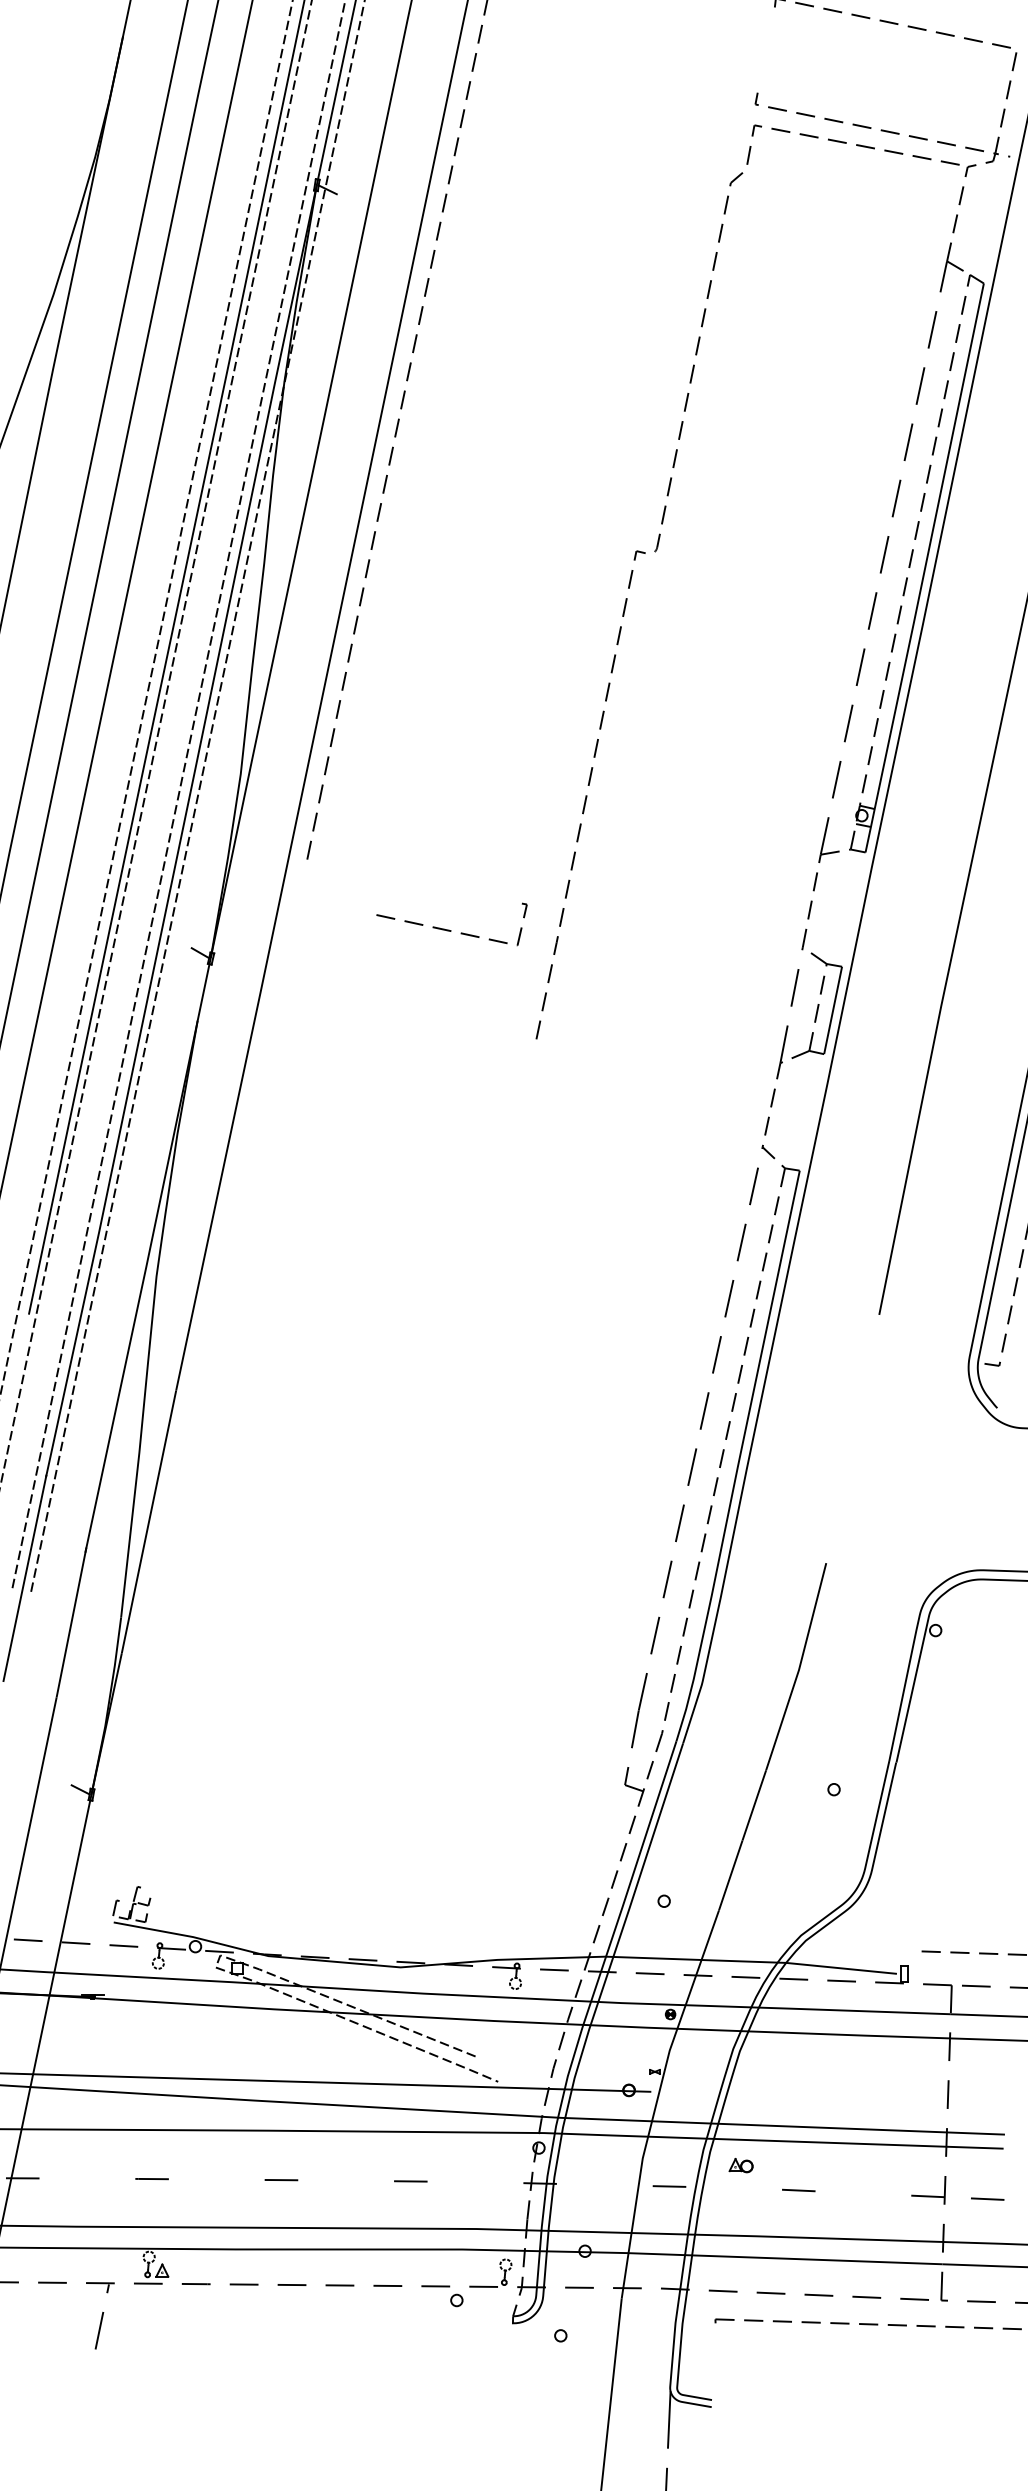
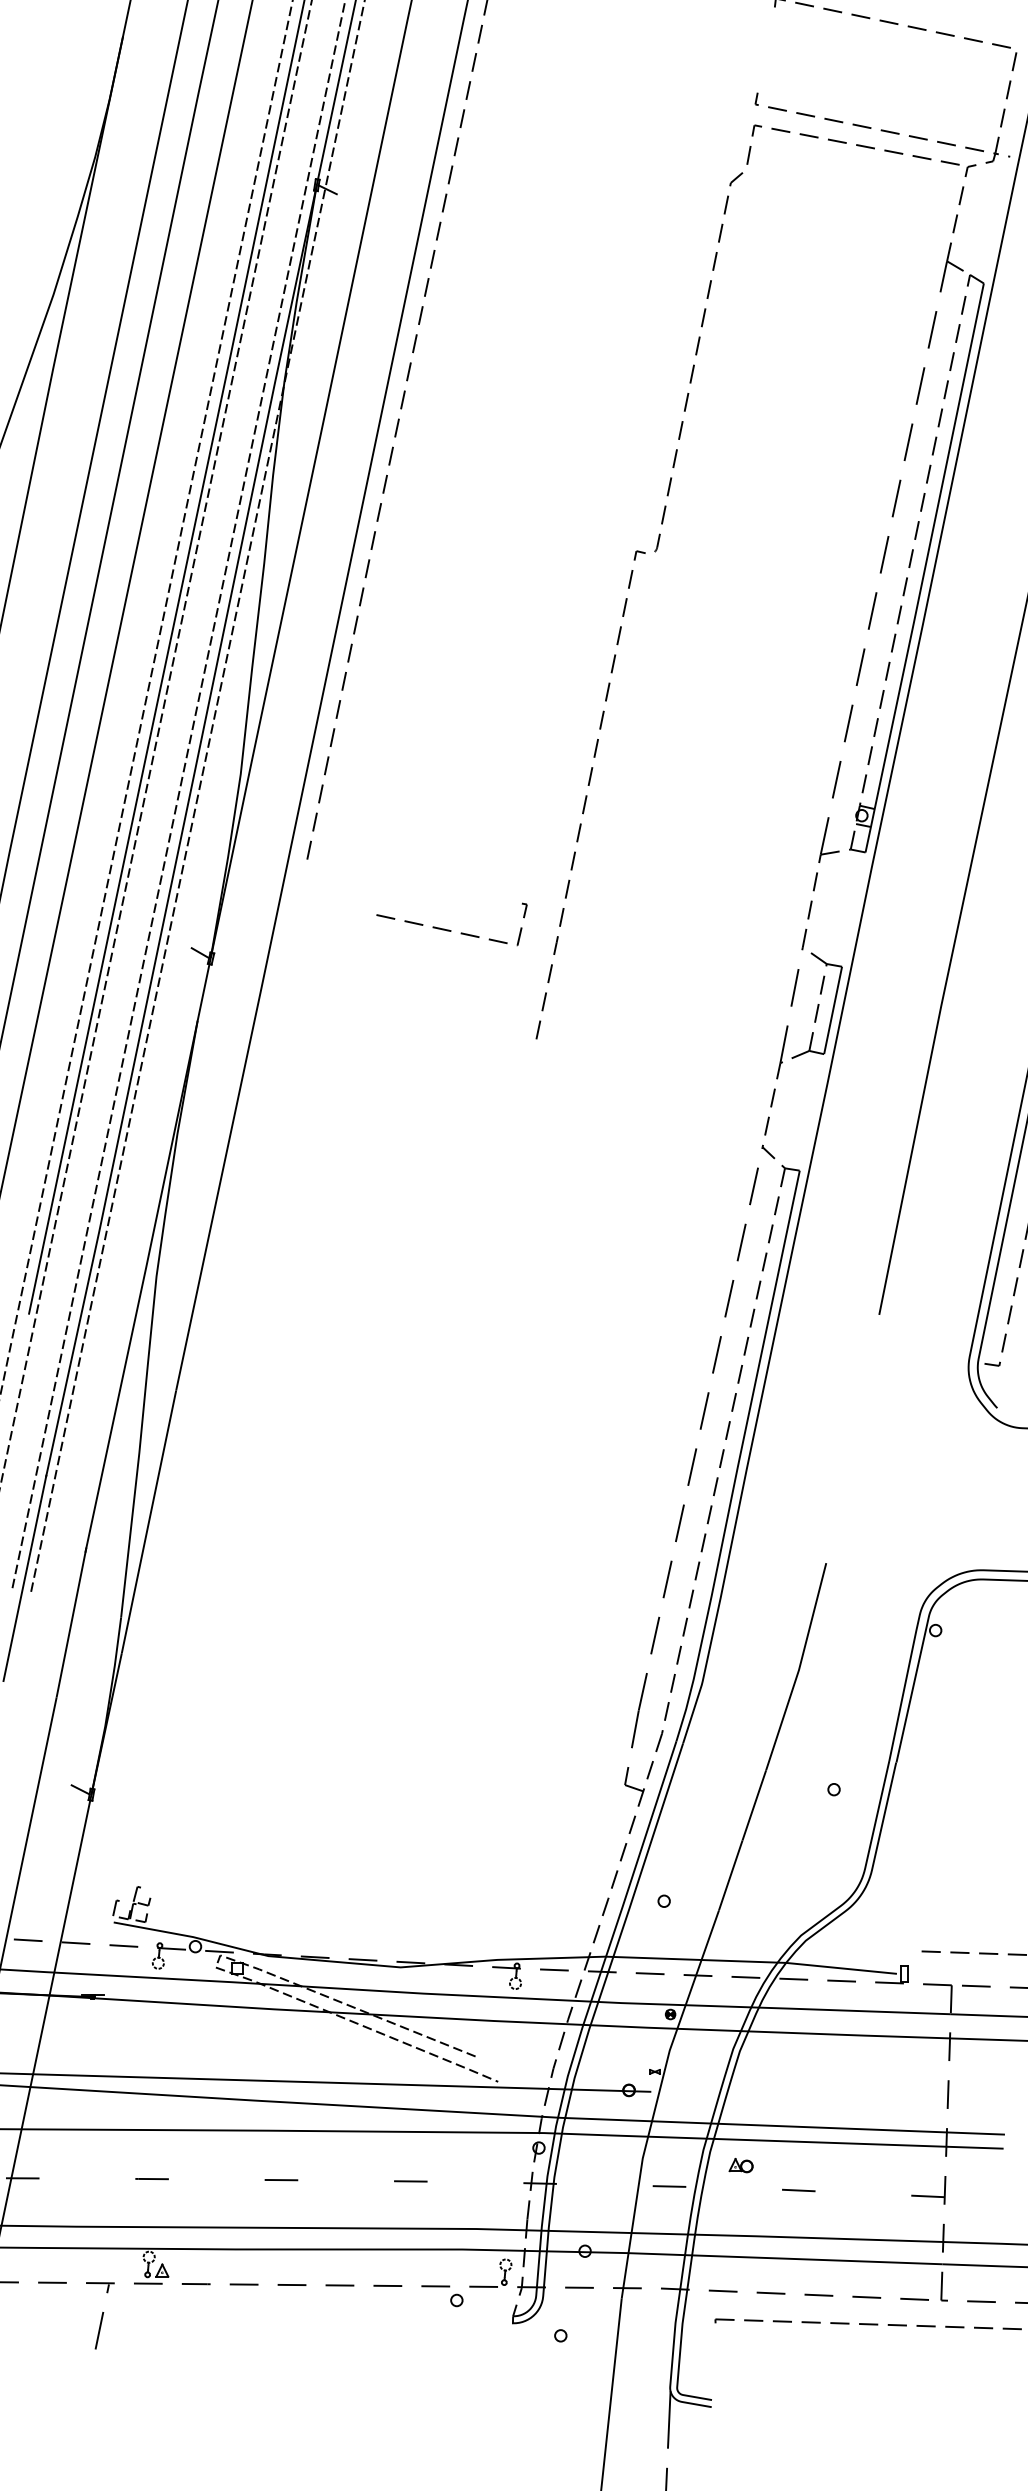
line at (987, 2198): present -> none
